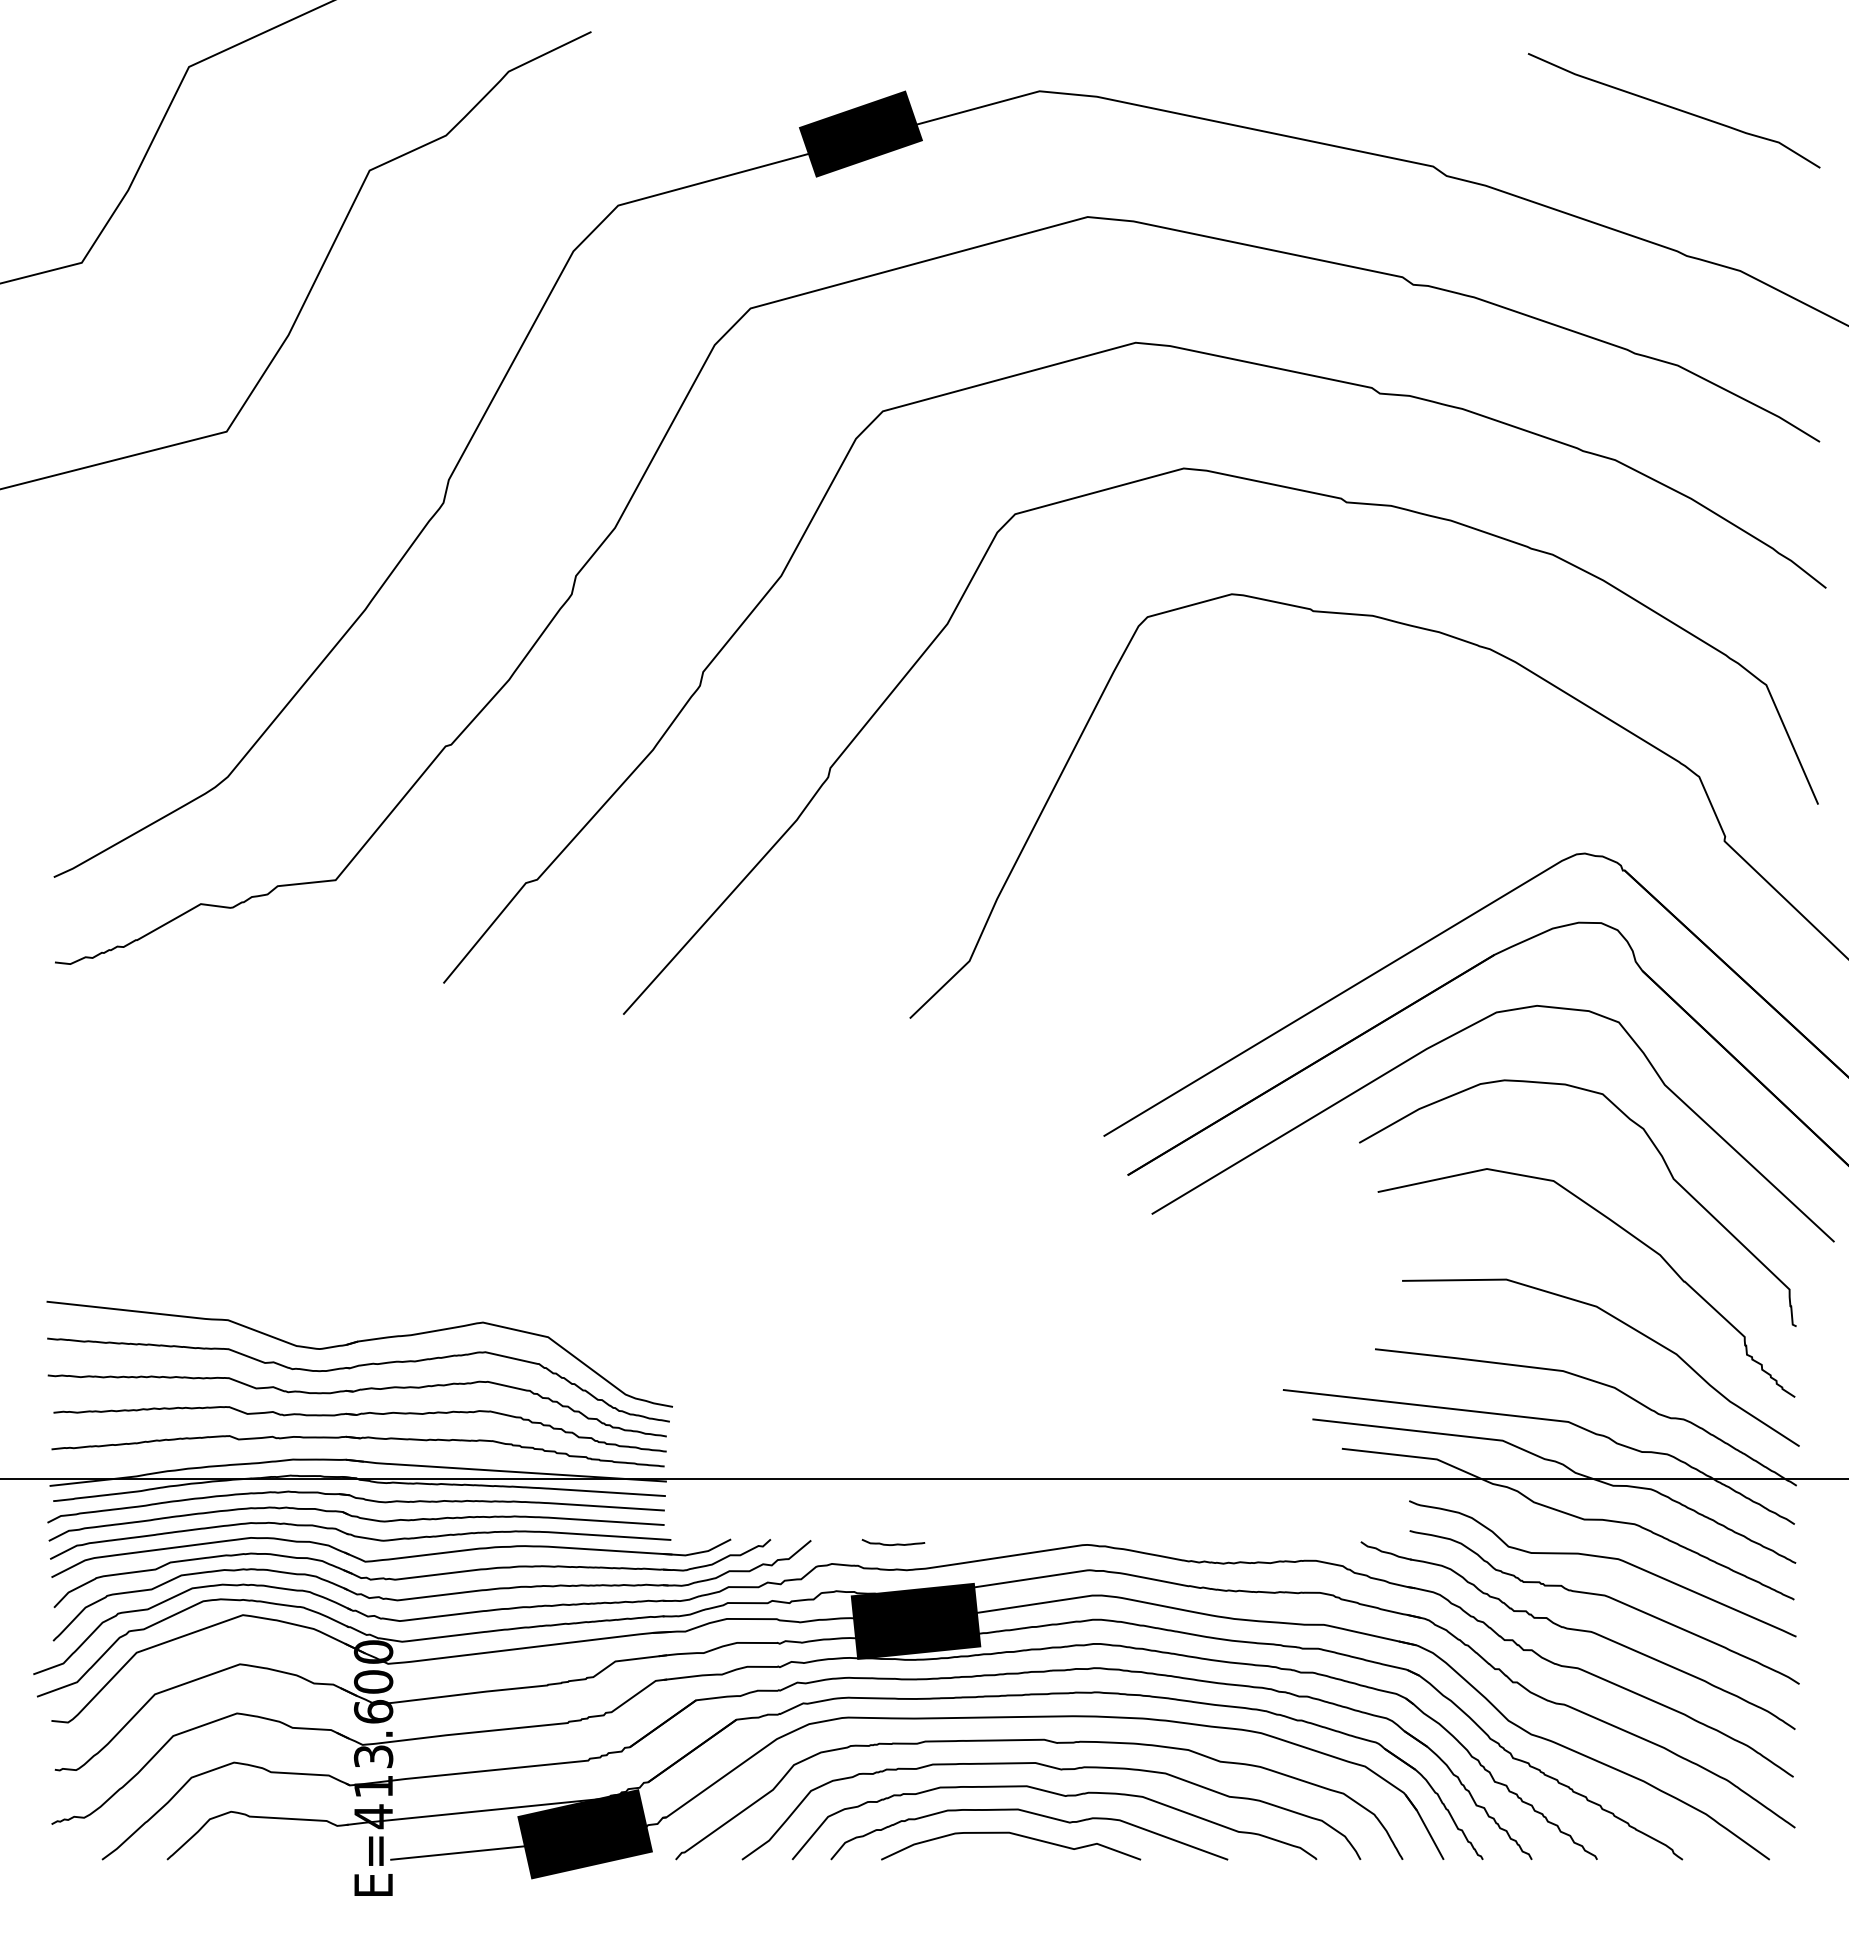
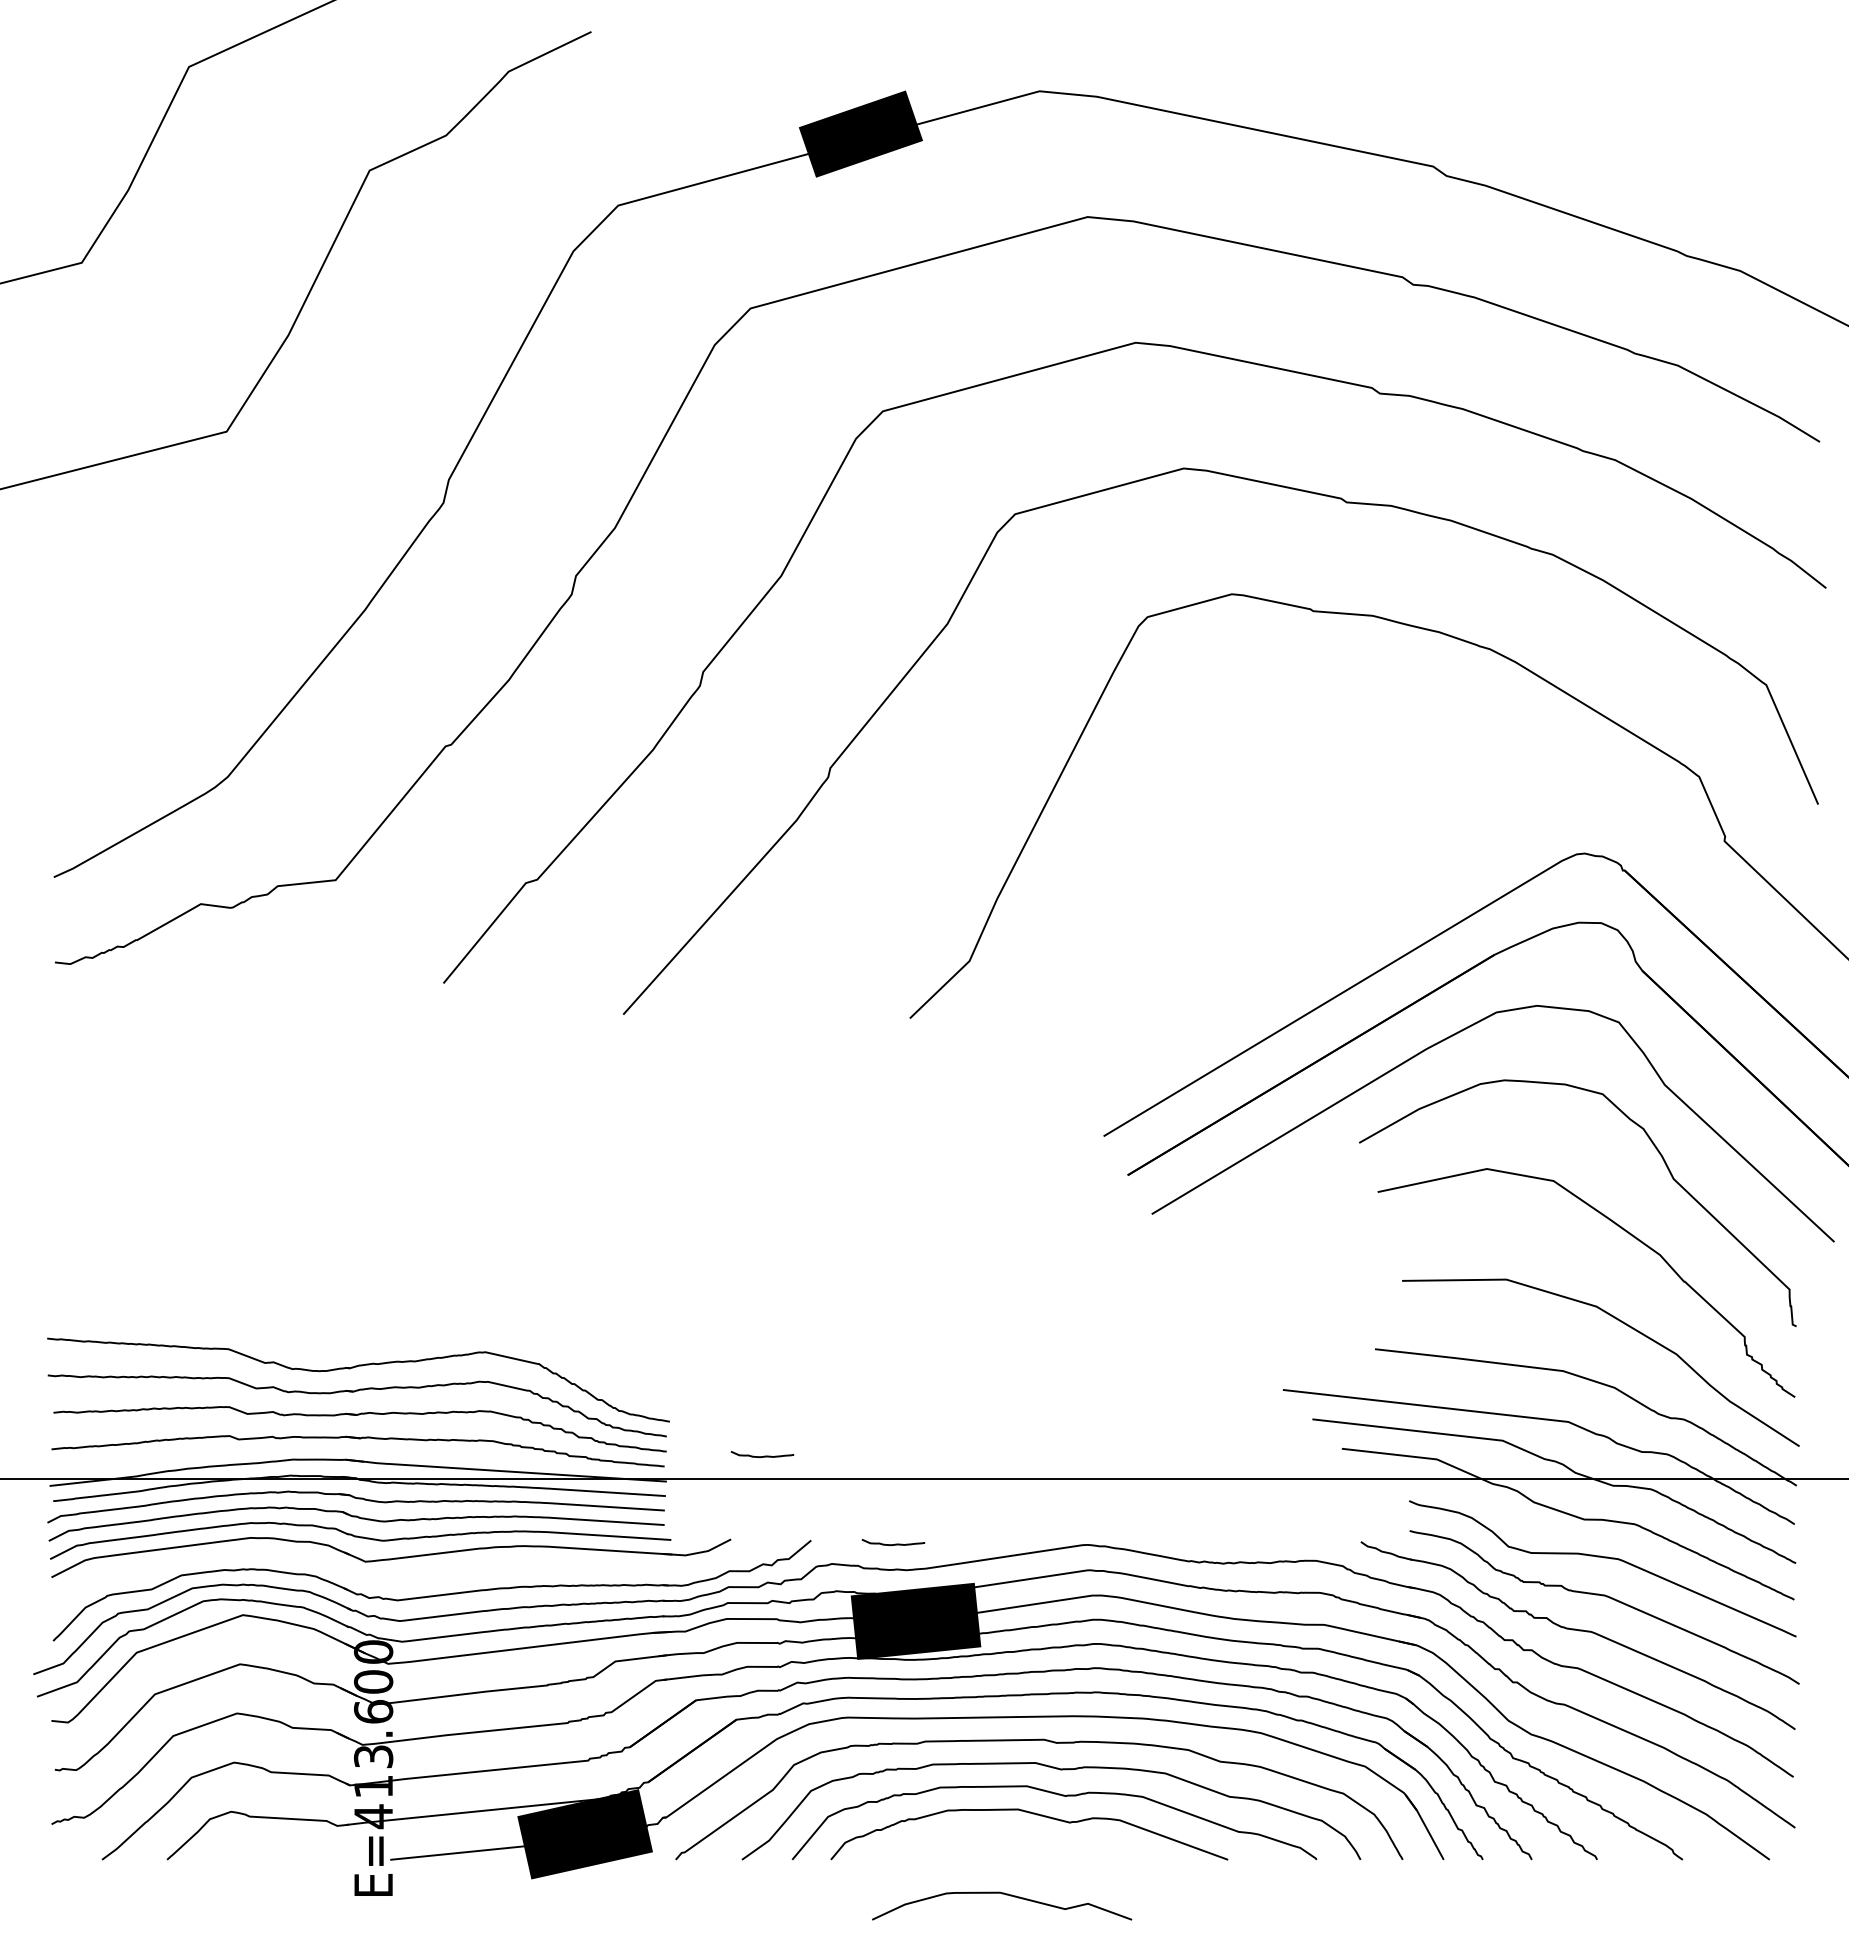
curve at (1674, 109): present -> none
part at (355, 1343): present -> none
curve at (762, 1456): none -> present
part at (412, 1573): present -> none
curve at (1015, 1835) position: (1015, 1835) -> (1006, 1895)
